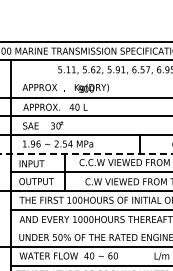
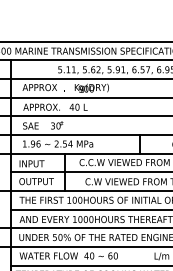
line at (85, 79): none -> present
line at (86, 153): dashed -> solid
line at (85, 228): none -> present
